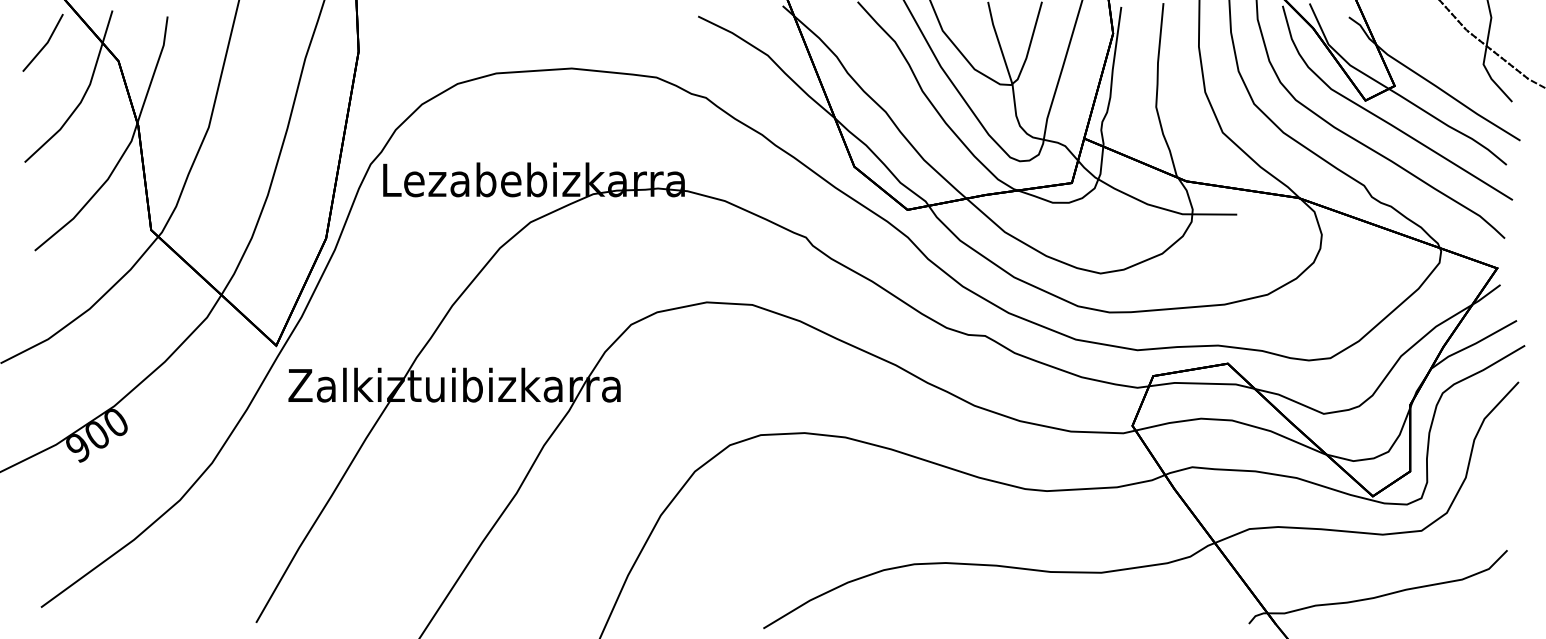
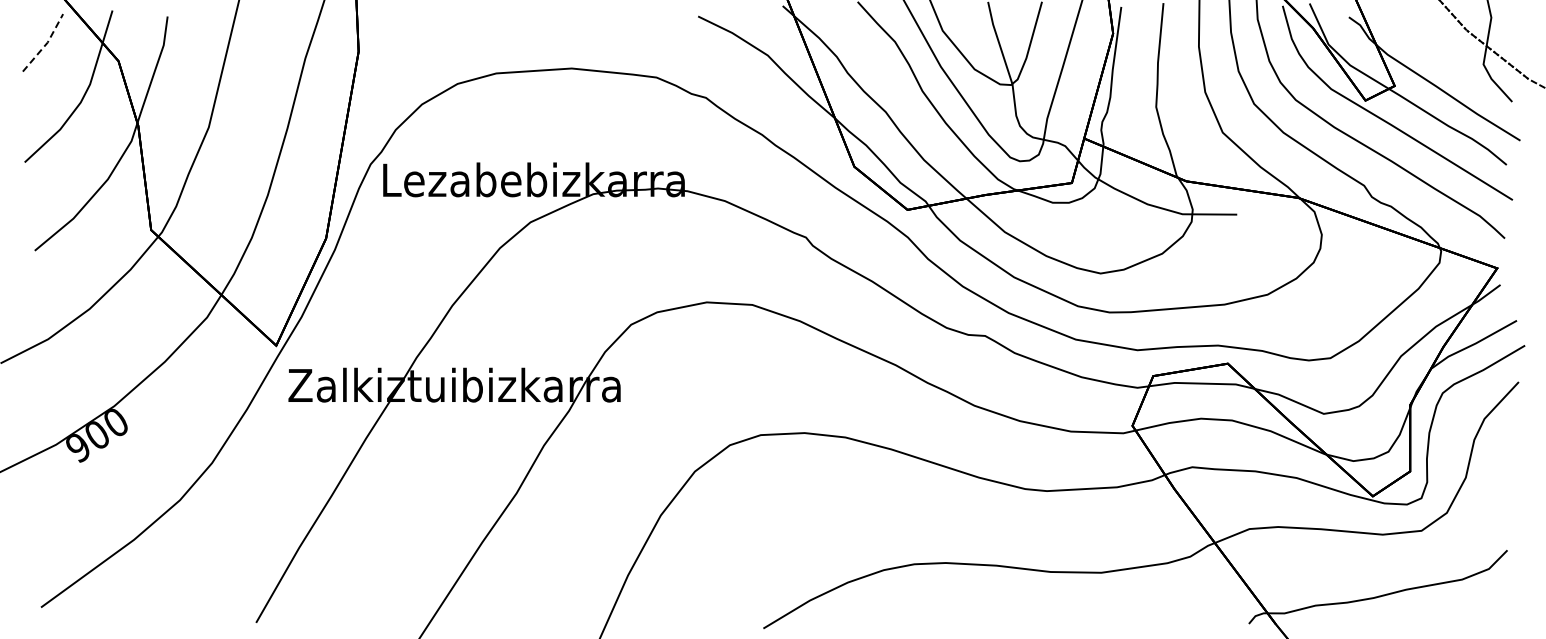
line at (46, 44): solid -> dashed
